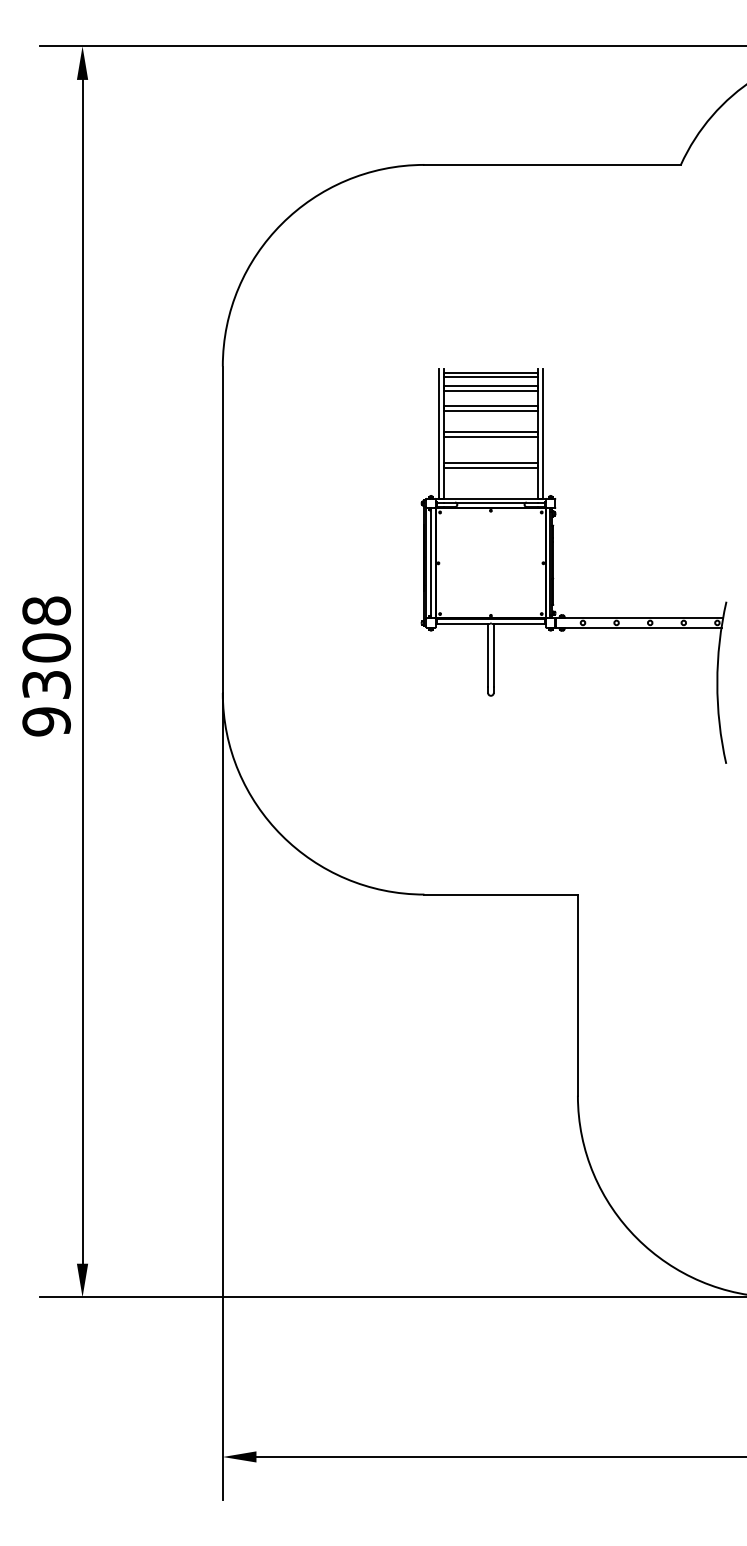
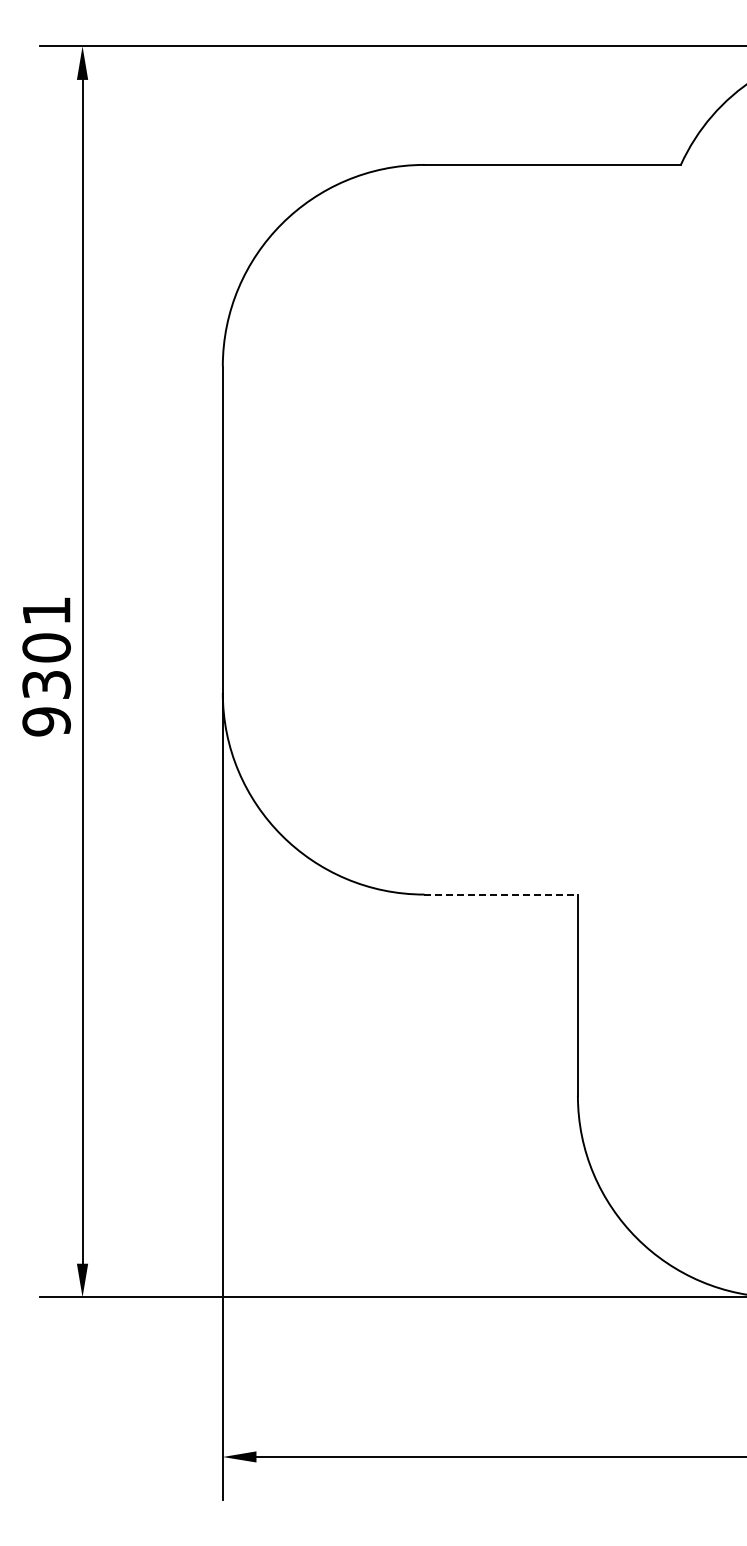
part at (553, 565): present -> none
text at (46, 610): 9308 -> 9301
line at (501, 894): solid -> dashed
